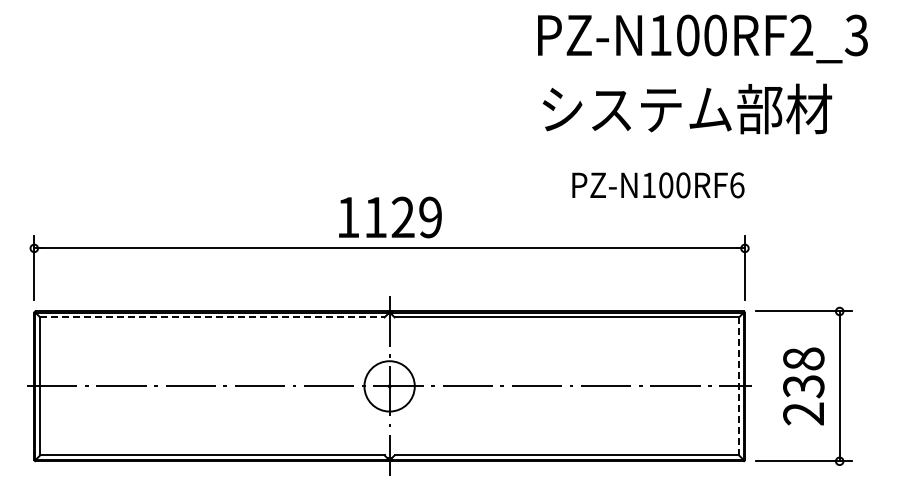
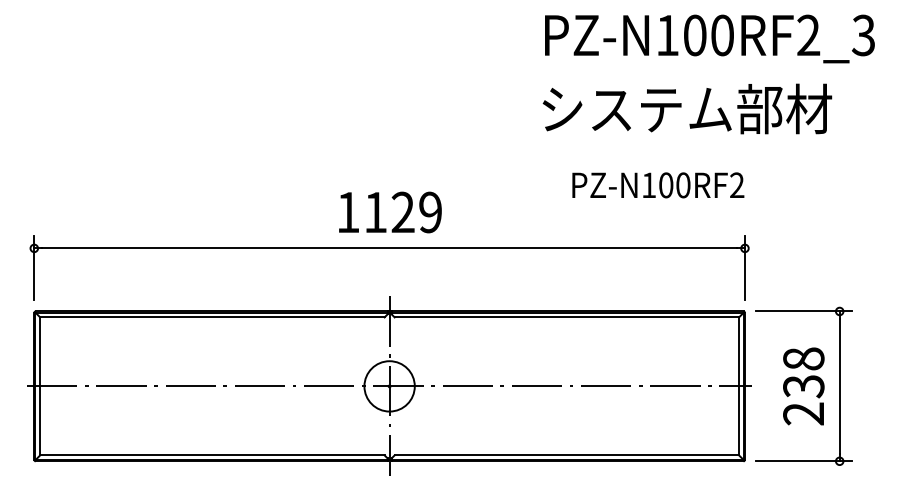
text at (702, 38) position: (702, 38) -> (709, 38)
text at (737, 185): PZ-N100RF6 -> PZ-N100RF2
text at (390, 217) position: (390, 217) -> (390, 212)
line at (212, 317): dashed -> solid
line at (739, 386): dashed -> solid
